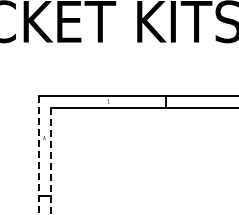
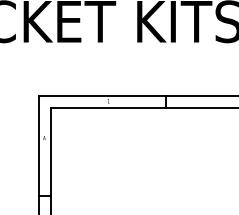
line at (39, 155): dashed -> solid
line at (50, 161): dashed -> solid
